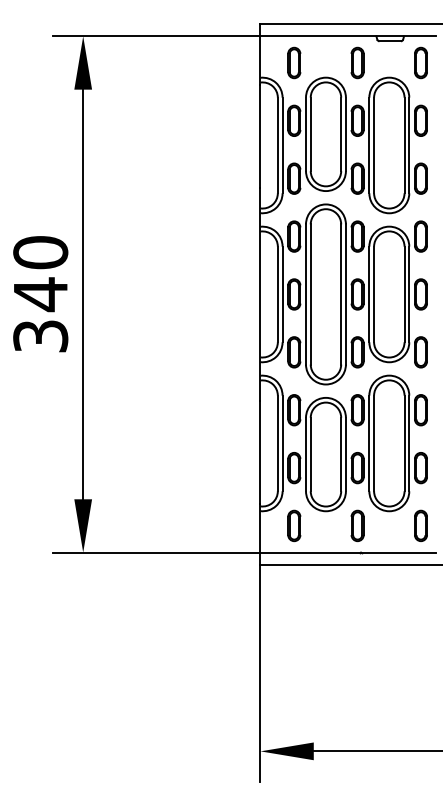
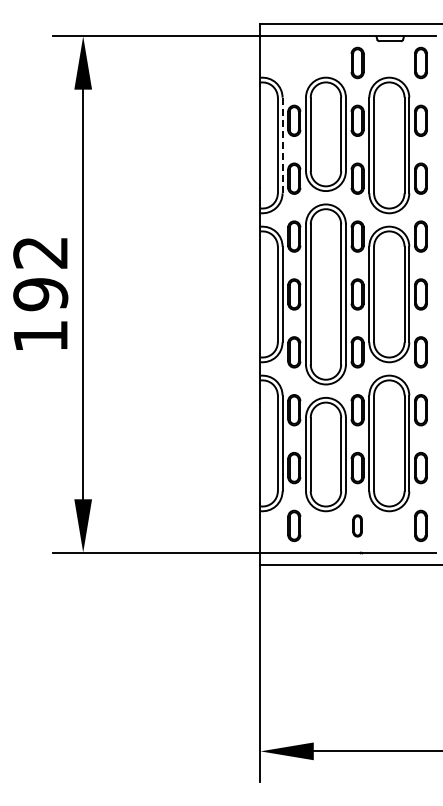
part at (294, 62): present -> none
line at (282, 145): solid -> dashed
text at (40, 294): 340 -> 192
part at (357, 525) size: 15x34 px -> 11x24 px
